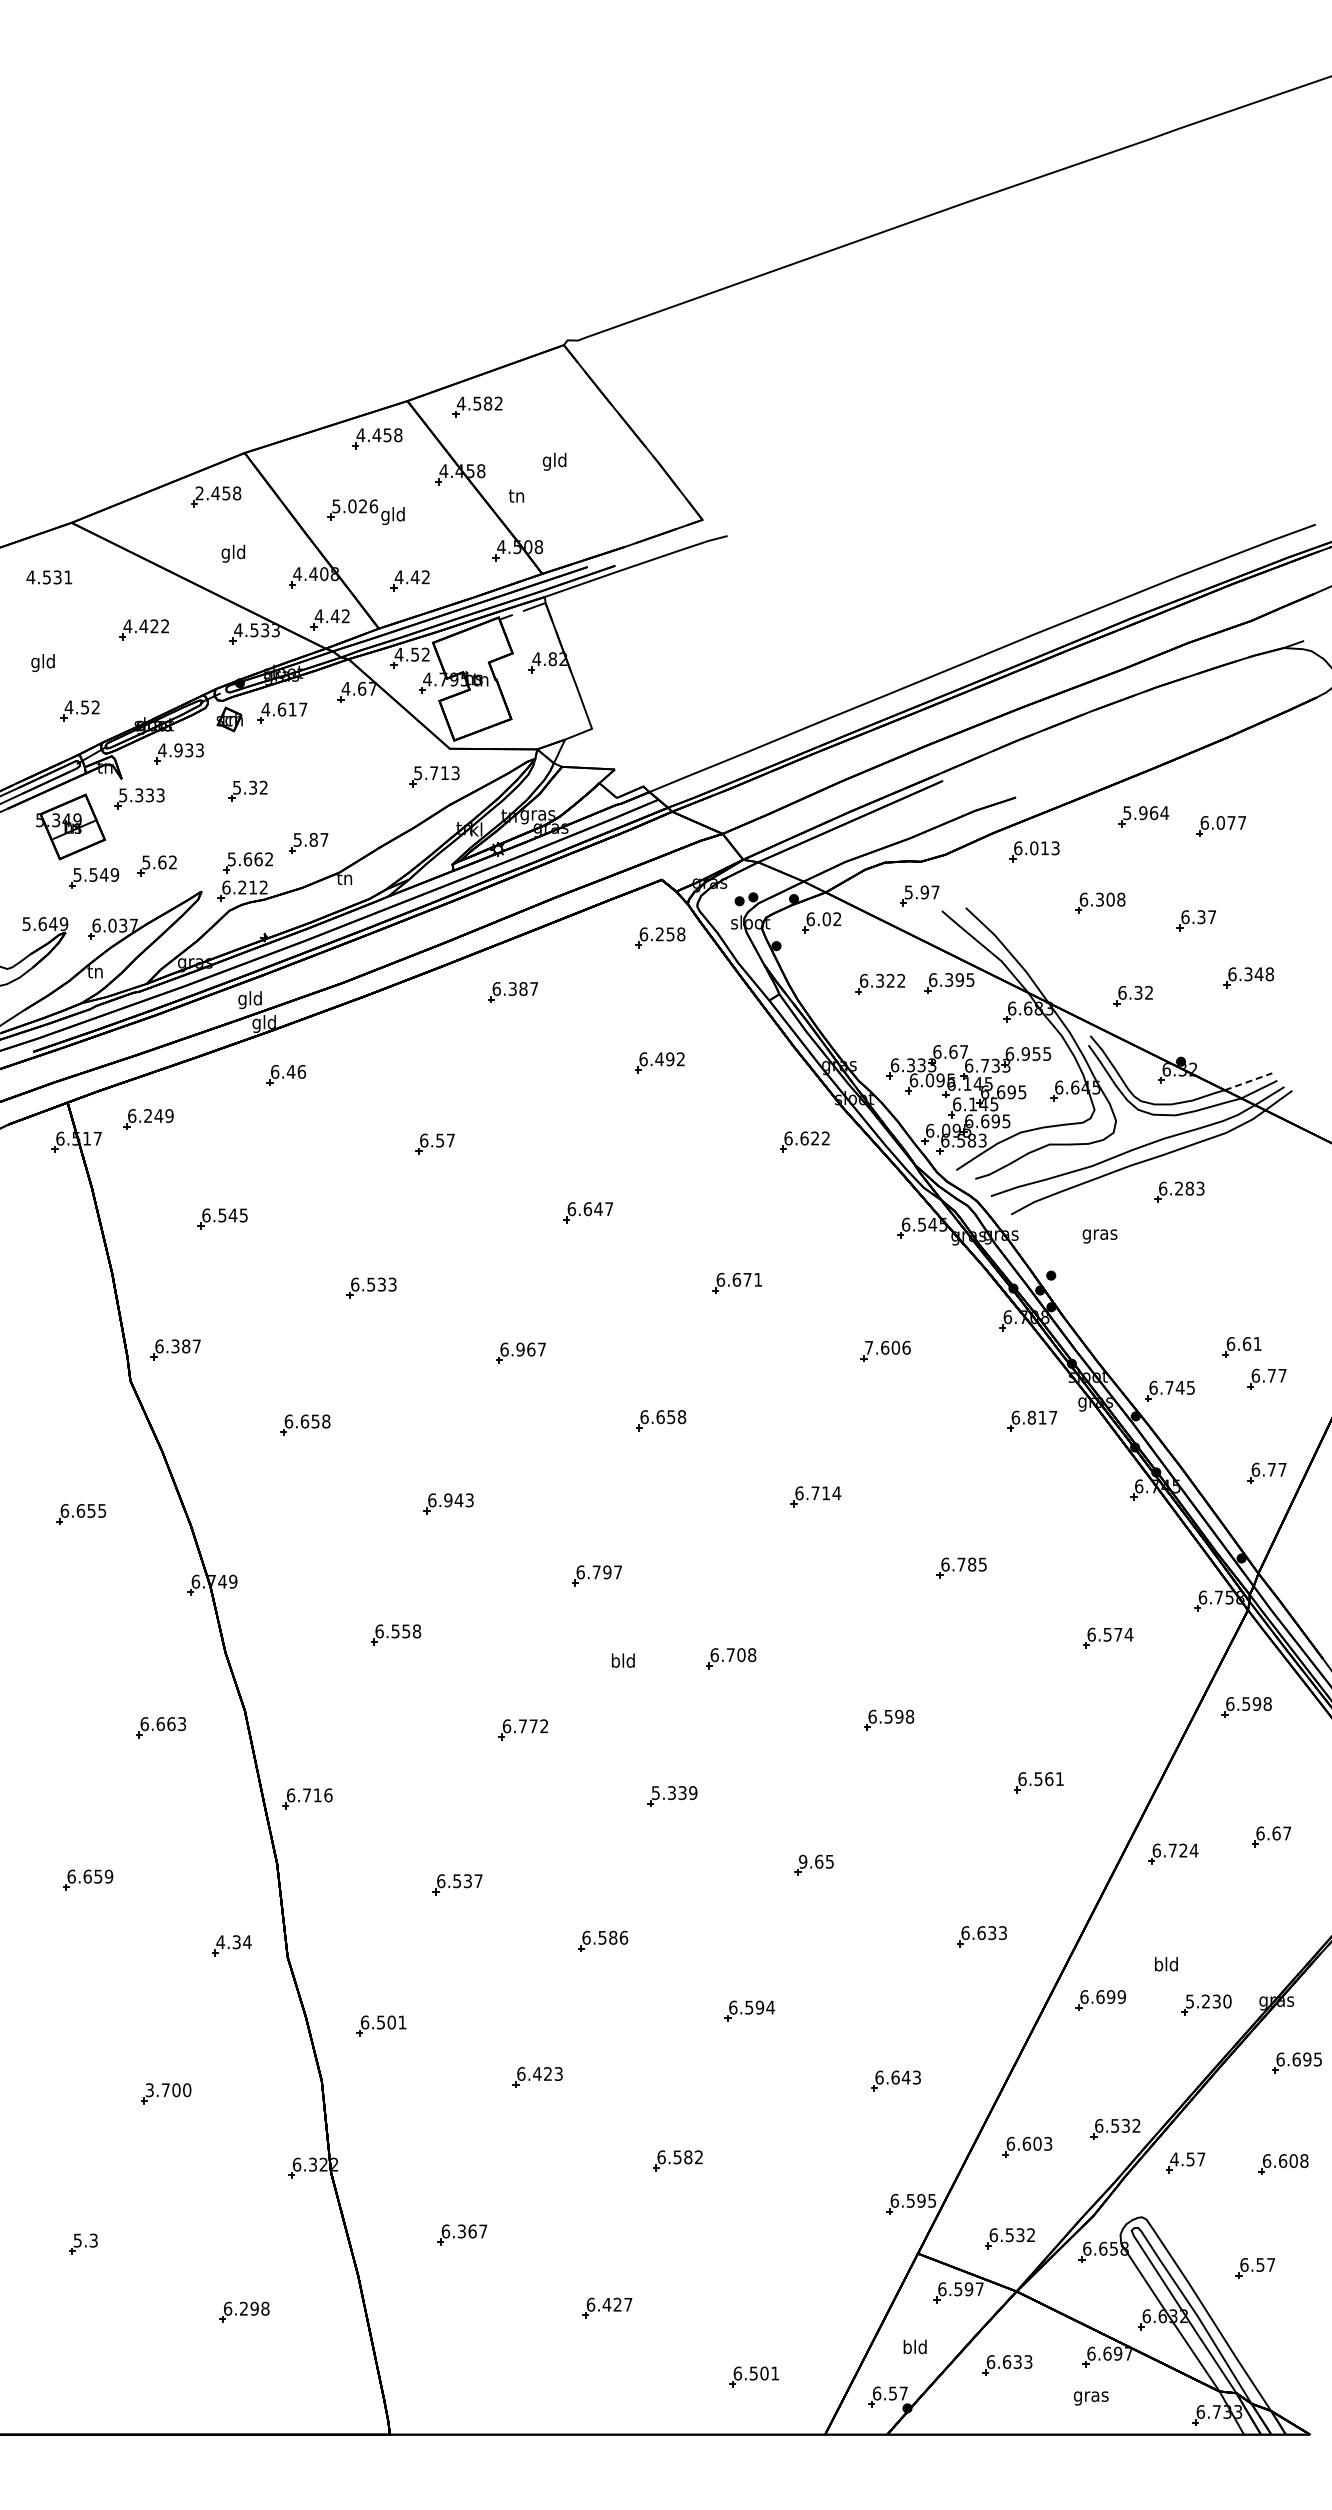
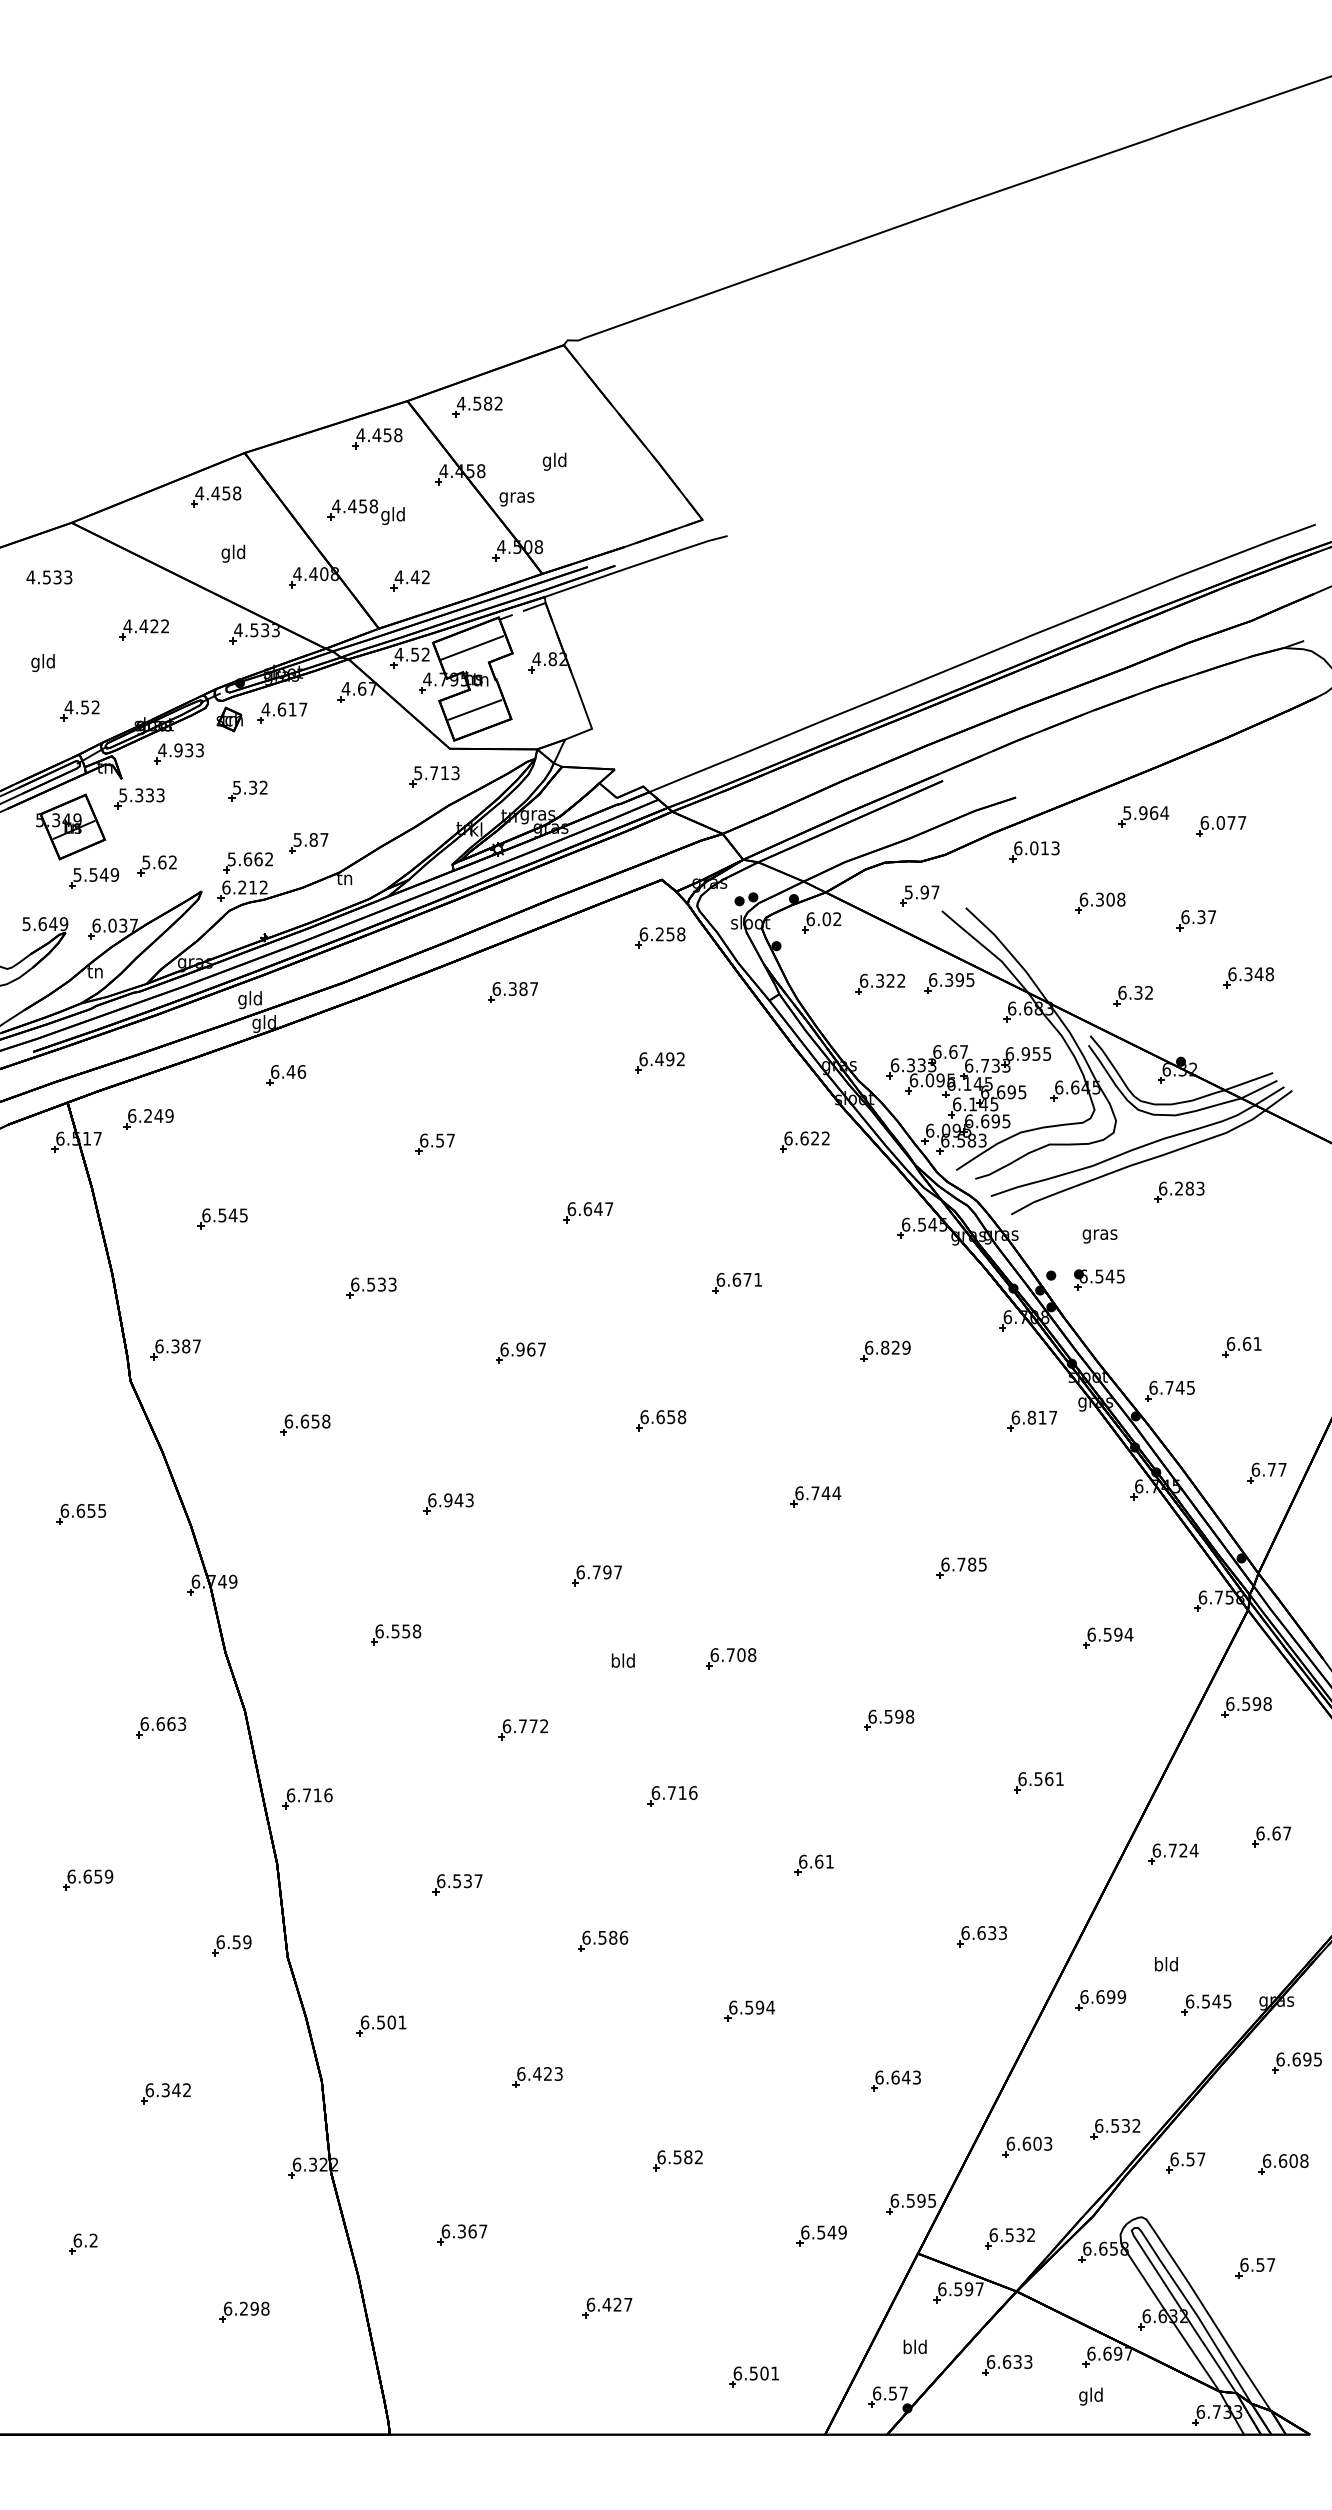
text at (199, 493): 2.458 -> 4.458
text at (516, 497): tn -> gras
text at (355, 506): 5.026 -> 4.458
text at (68, 577): 4.531 -> 4.533
part at (329, 619): present -> none
line at (472, 647): none -> present
line at (474, 709): none -> present
line at (1249, 1081): dashed -> solid
part at (1099, 1279): none -> present
text at (887, 1347): 7.606 -> 6.829
part at (1266, 1378): present -> none
text at (825, 1493): 6.714 -> 6.744
text at (1118, 1634): 6.574 -> 6.594
text at (674, 1793): 5.339 -> 6.716
text at (816, 1861): 9.65 -> 6.61
text at (233, 1942): 4.34 -> 6.59
text at (1208, 2001): 5.230 -> 6.545
text at (168, 2090): 3.700 -> 6.342
text at (1174, 2159): 4.57 -> 6.57
part at (821, 2235): none -> present
text at (85, 2240): 5.3 -> 6.2
text at (1090, 2396): gras -> gld
